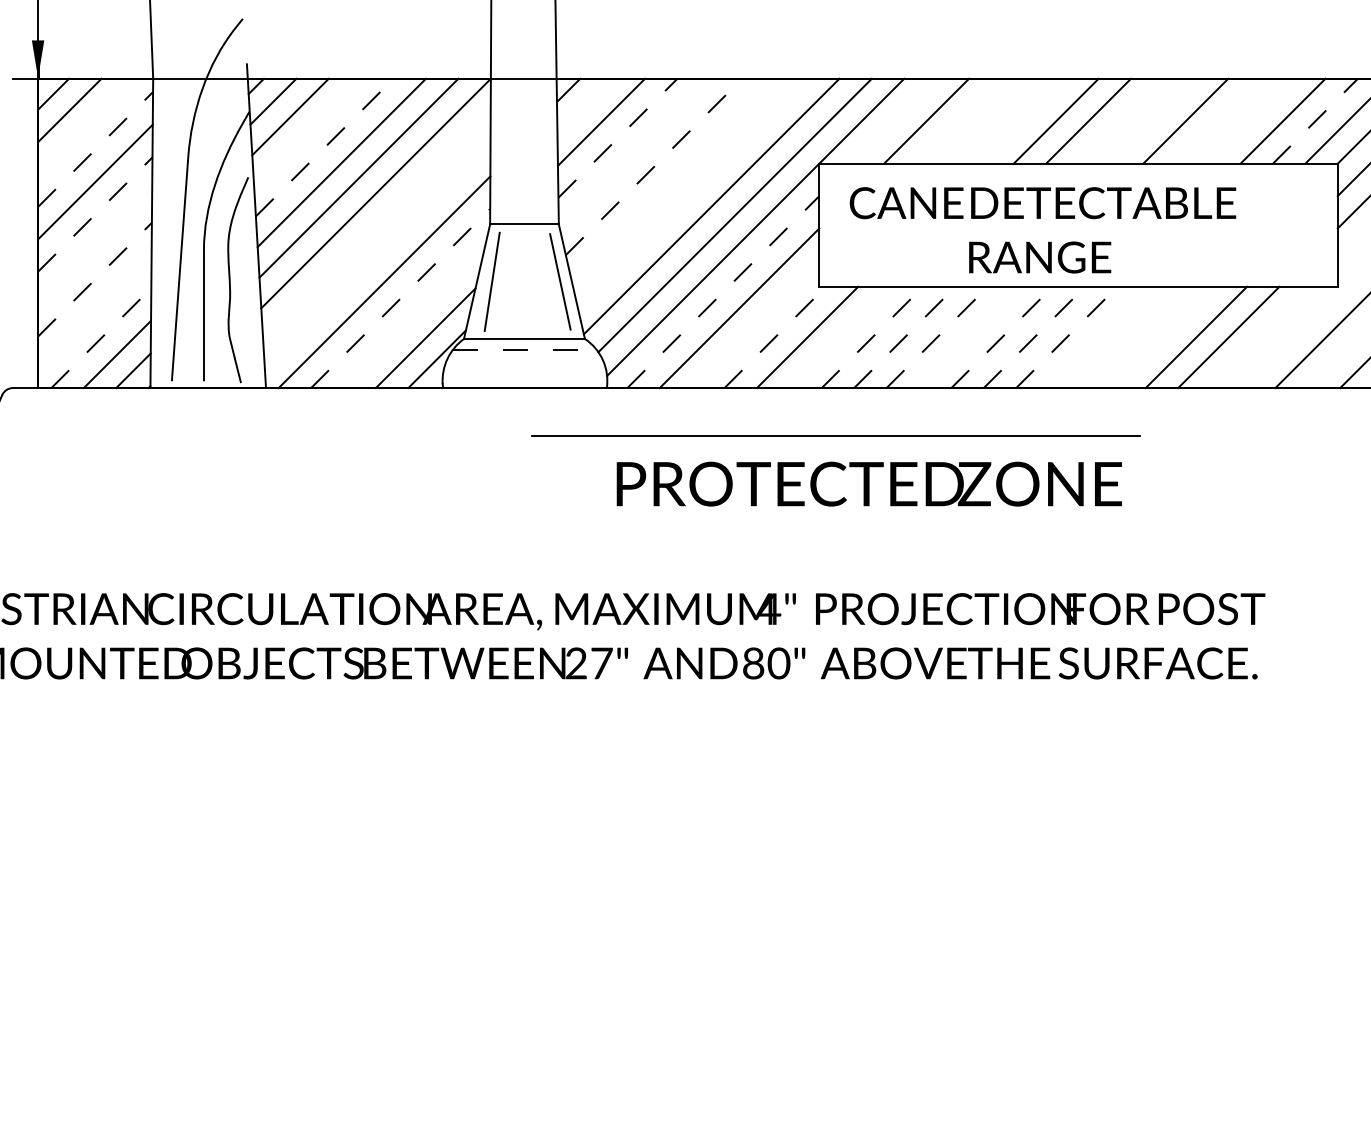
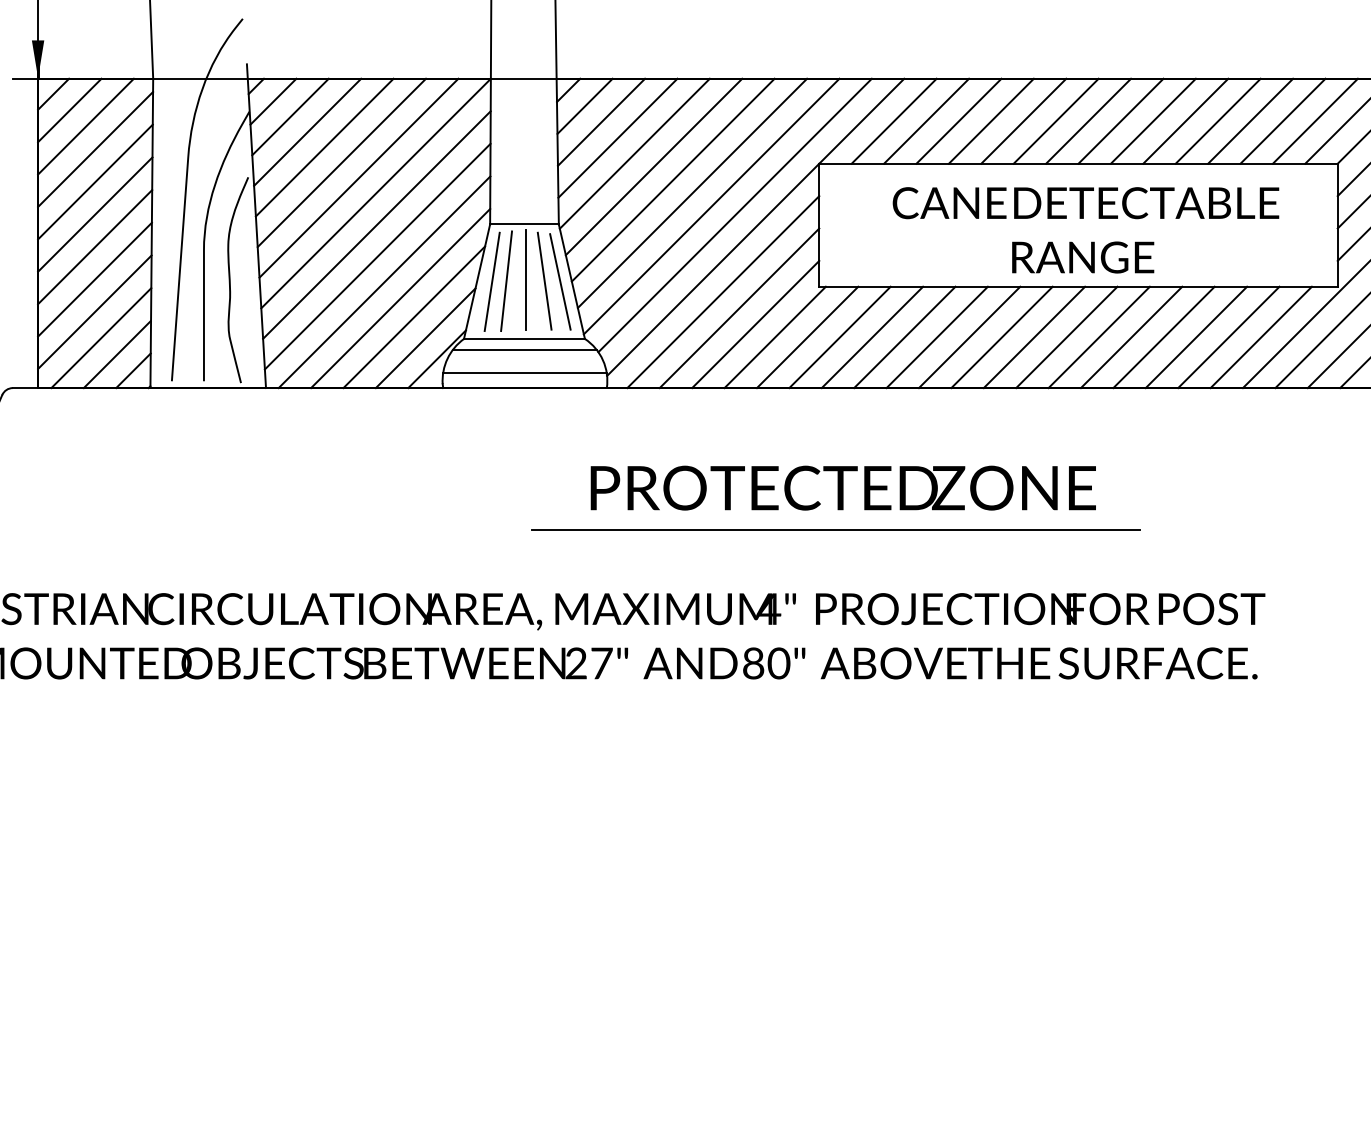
line at (584, 105): none -> present
line at (893, 120): none -> present
line at (958, 120): none -> present
line at (990, 120): none -> present
line at (1023, 120): none -> present
line at (1120, 120): none -> present
line at (1152, 120): none -> present
line at (1217, 120): none -> present
line at (1250, 120): none -> present
line at (1315, 120): dashed -> solid
line at (85, 126): none -> present
line at (307, 131): none -> present
line at (618, 137): dashed -> solid
line at (325, 147): dashed -> solid
line at (95, 149): dashed -> solid
line at (634, 153): none -> present
line at (654, 166): dashed -> solid
line at (672, 179): none -> present
line at (692, 192): none -> present
line at (95, 214): dashed -> solid
line at (376, 224): none -> present
text at (1042, 230) position: (1042, 230) -> (1085, 230)
line at (1352, 245): none -> present
line at (95, 247): none -> present
line at (377, 256): none -> present
line at (95, 279): dashed -> solid
line at (525, 279): none -> present
line at (544, 280): none -> present
line at (506, 281): none -> present
line at (723, 292): dashed -> solid
line at (400, 298): dashed -> solid
line at (94, 312): none -> present
line at (414, 317): none -> present
line at (755, 324): none -> present
line at (1304, 325): none -> present
line at (775, 337): dashed -> solid
line at (839, 337): none -> present
line at (872, 337): dashed -> solid
line at (904, 337): dashed -> solid
line at (937, 337): dashed -> solid
line at (969, 337): none -> present
line at (1002, 337): dashed -> solid
line at (1034, 337): dashed -> solid
line at (1066, 337): dashed -> solid
line at (1098, 337): none -> present
line at (1131, 337): none -> present
line at (1163, 337): none -> present
line at (1260, 337): none -> present
line at (101, 338): dashed -> solid
line at (525, 350): dashed -> solid
line at (1337, 357): none -> present
line at (524, 373): none -> present
line at (835, 435) position: (835, 435) -> (835, 529)
text at (868, 483) position: (868, 483) -> (842, 487)
